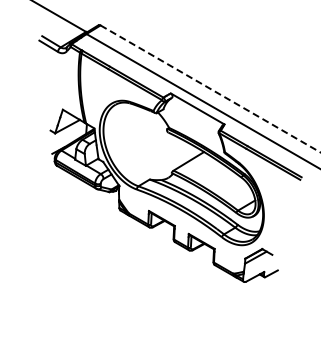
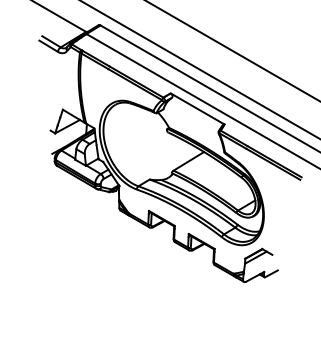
line at (232, 51): none -> present
line at (199, 69): none -> present
line at (211, 89): dashed -> solid
